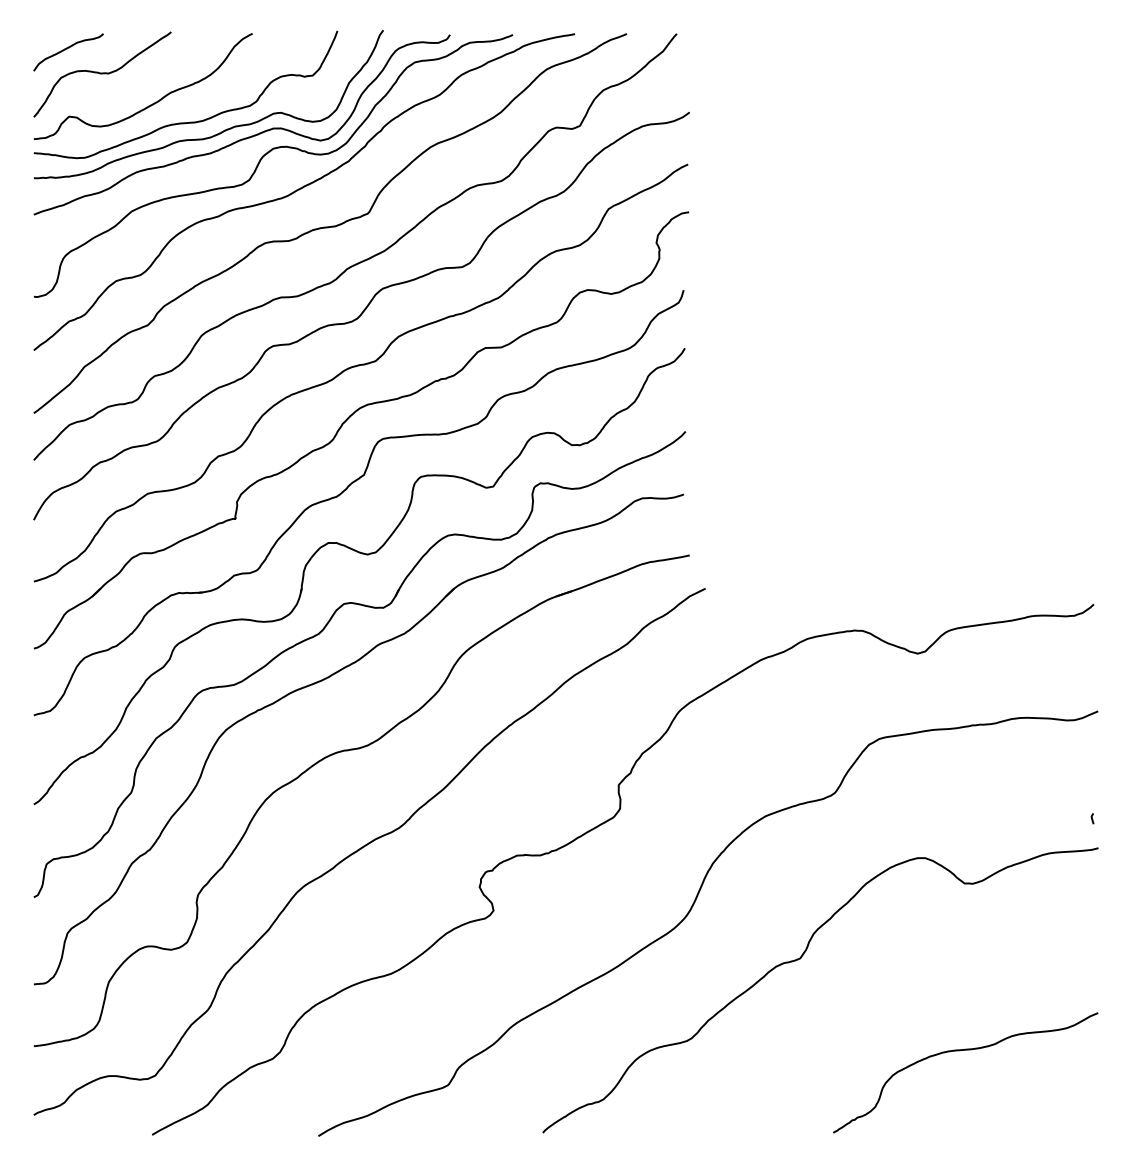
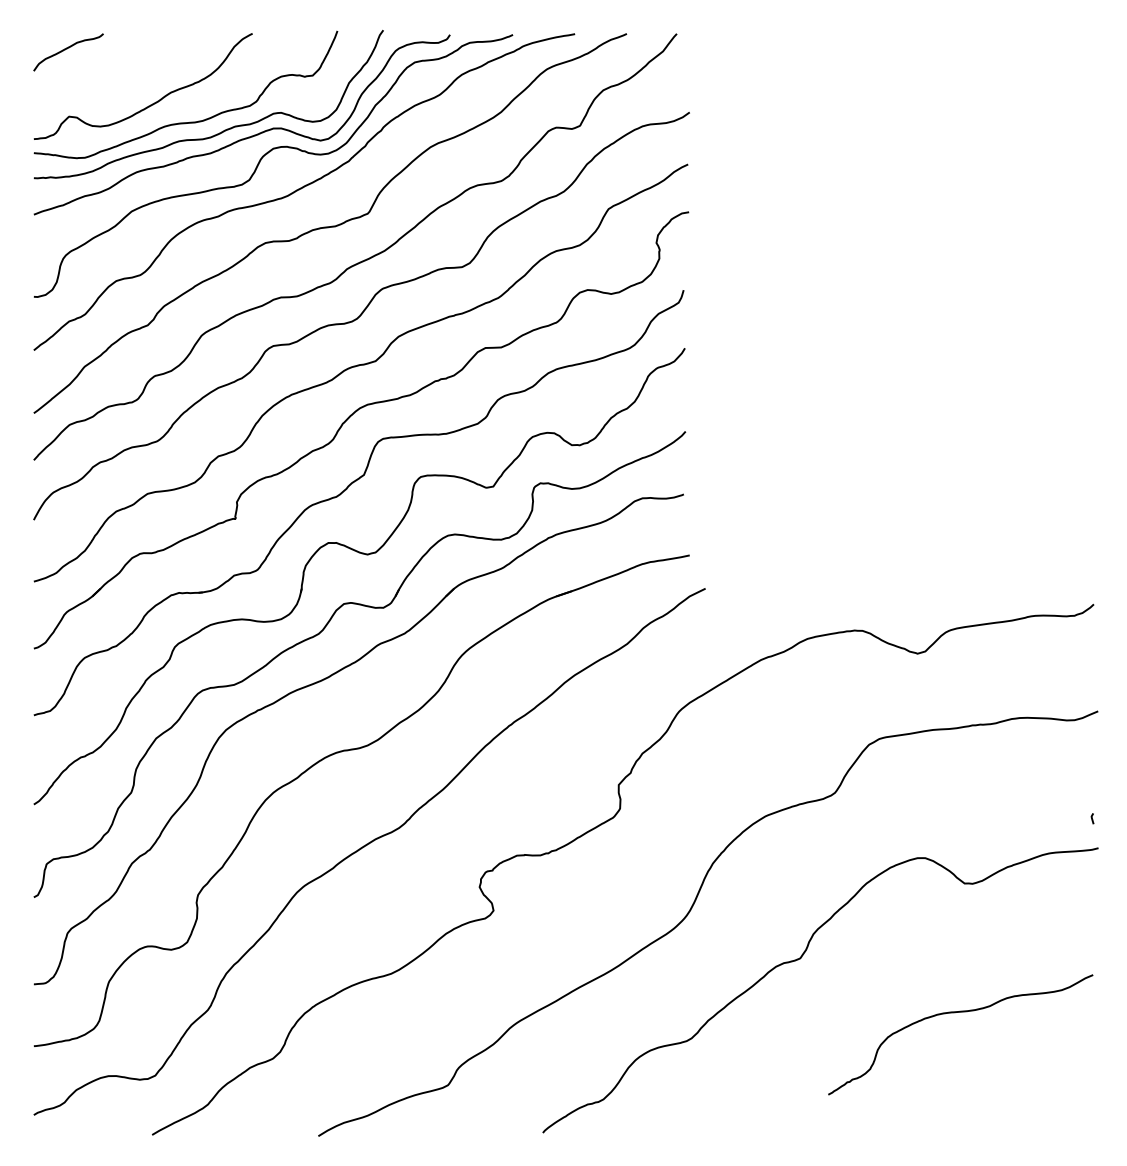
curve at (102, 74): present -> none
curve at (960, 1051) position: (960, 1051) -> (955, 1013)
